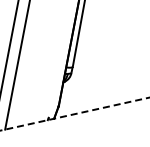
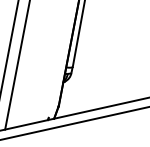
line at (75, 114): dashed -> solid
line at (74, 123): none -> present
